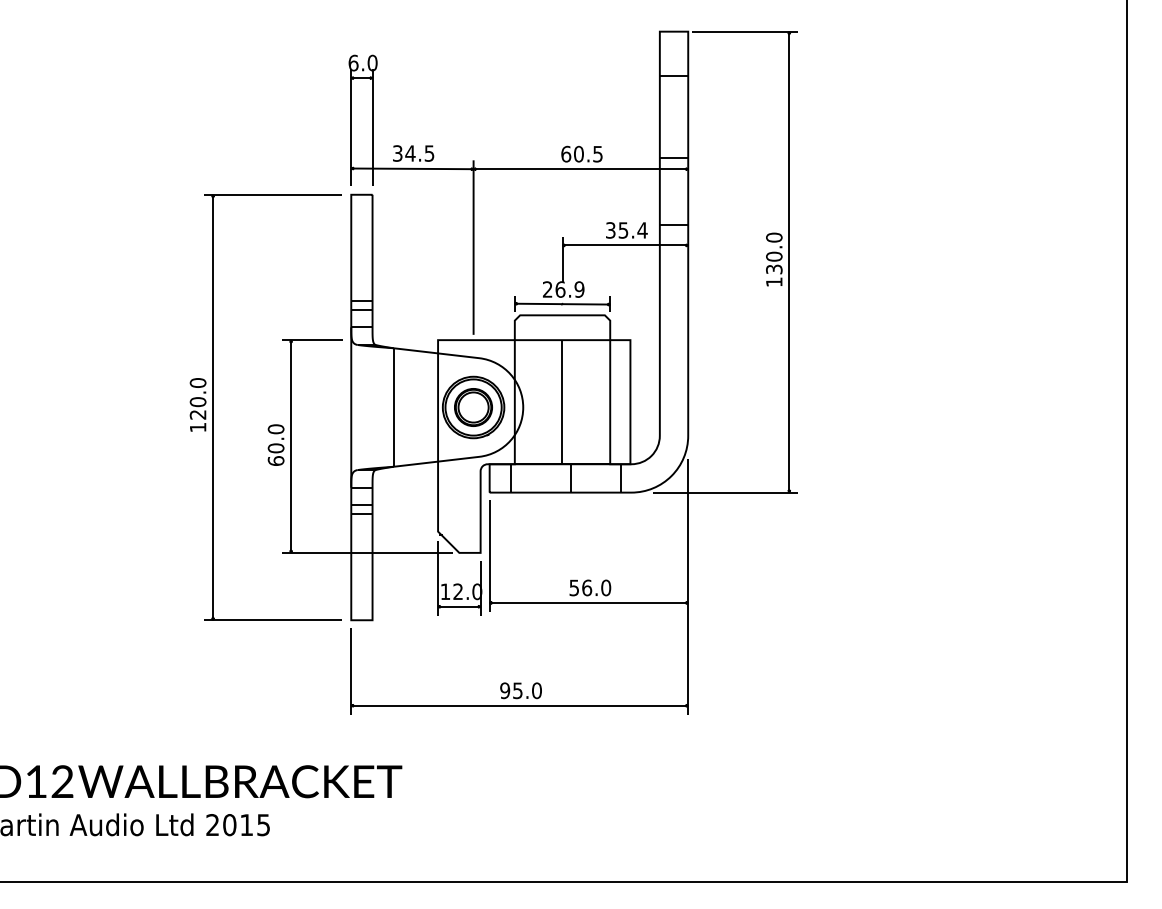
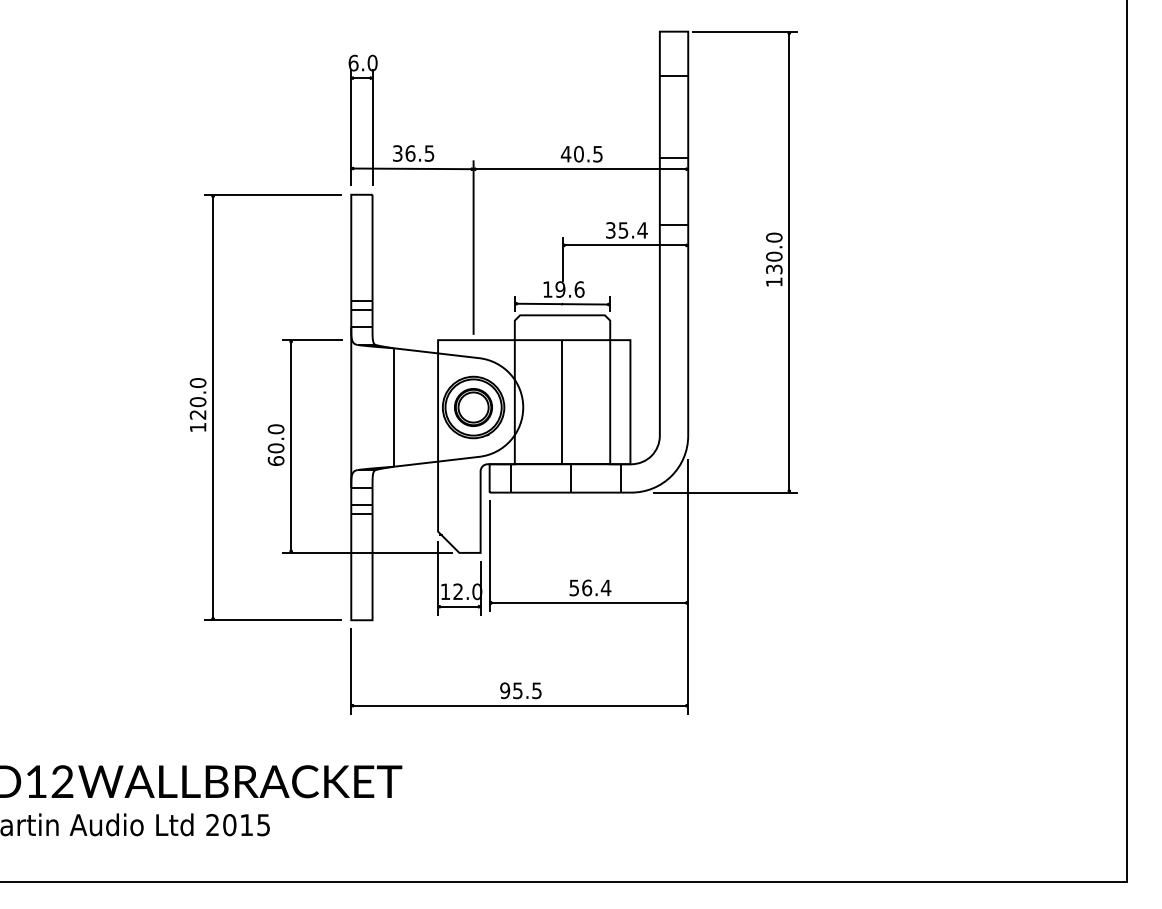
text at (410, 153): 34.5 -> 36.5
text at (565, 153): 60.5 -> 40.5
text at (563, 289): 26.9 -> 19.6
text at (605, 587): 56.0 -> 56.4
text at (536, 690): 95.0 -> 95.5
